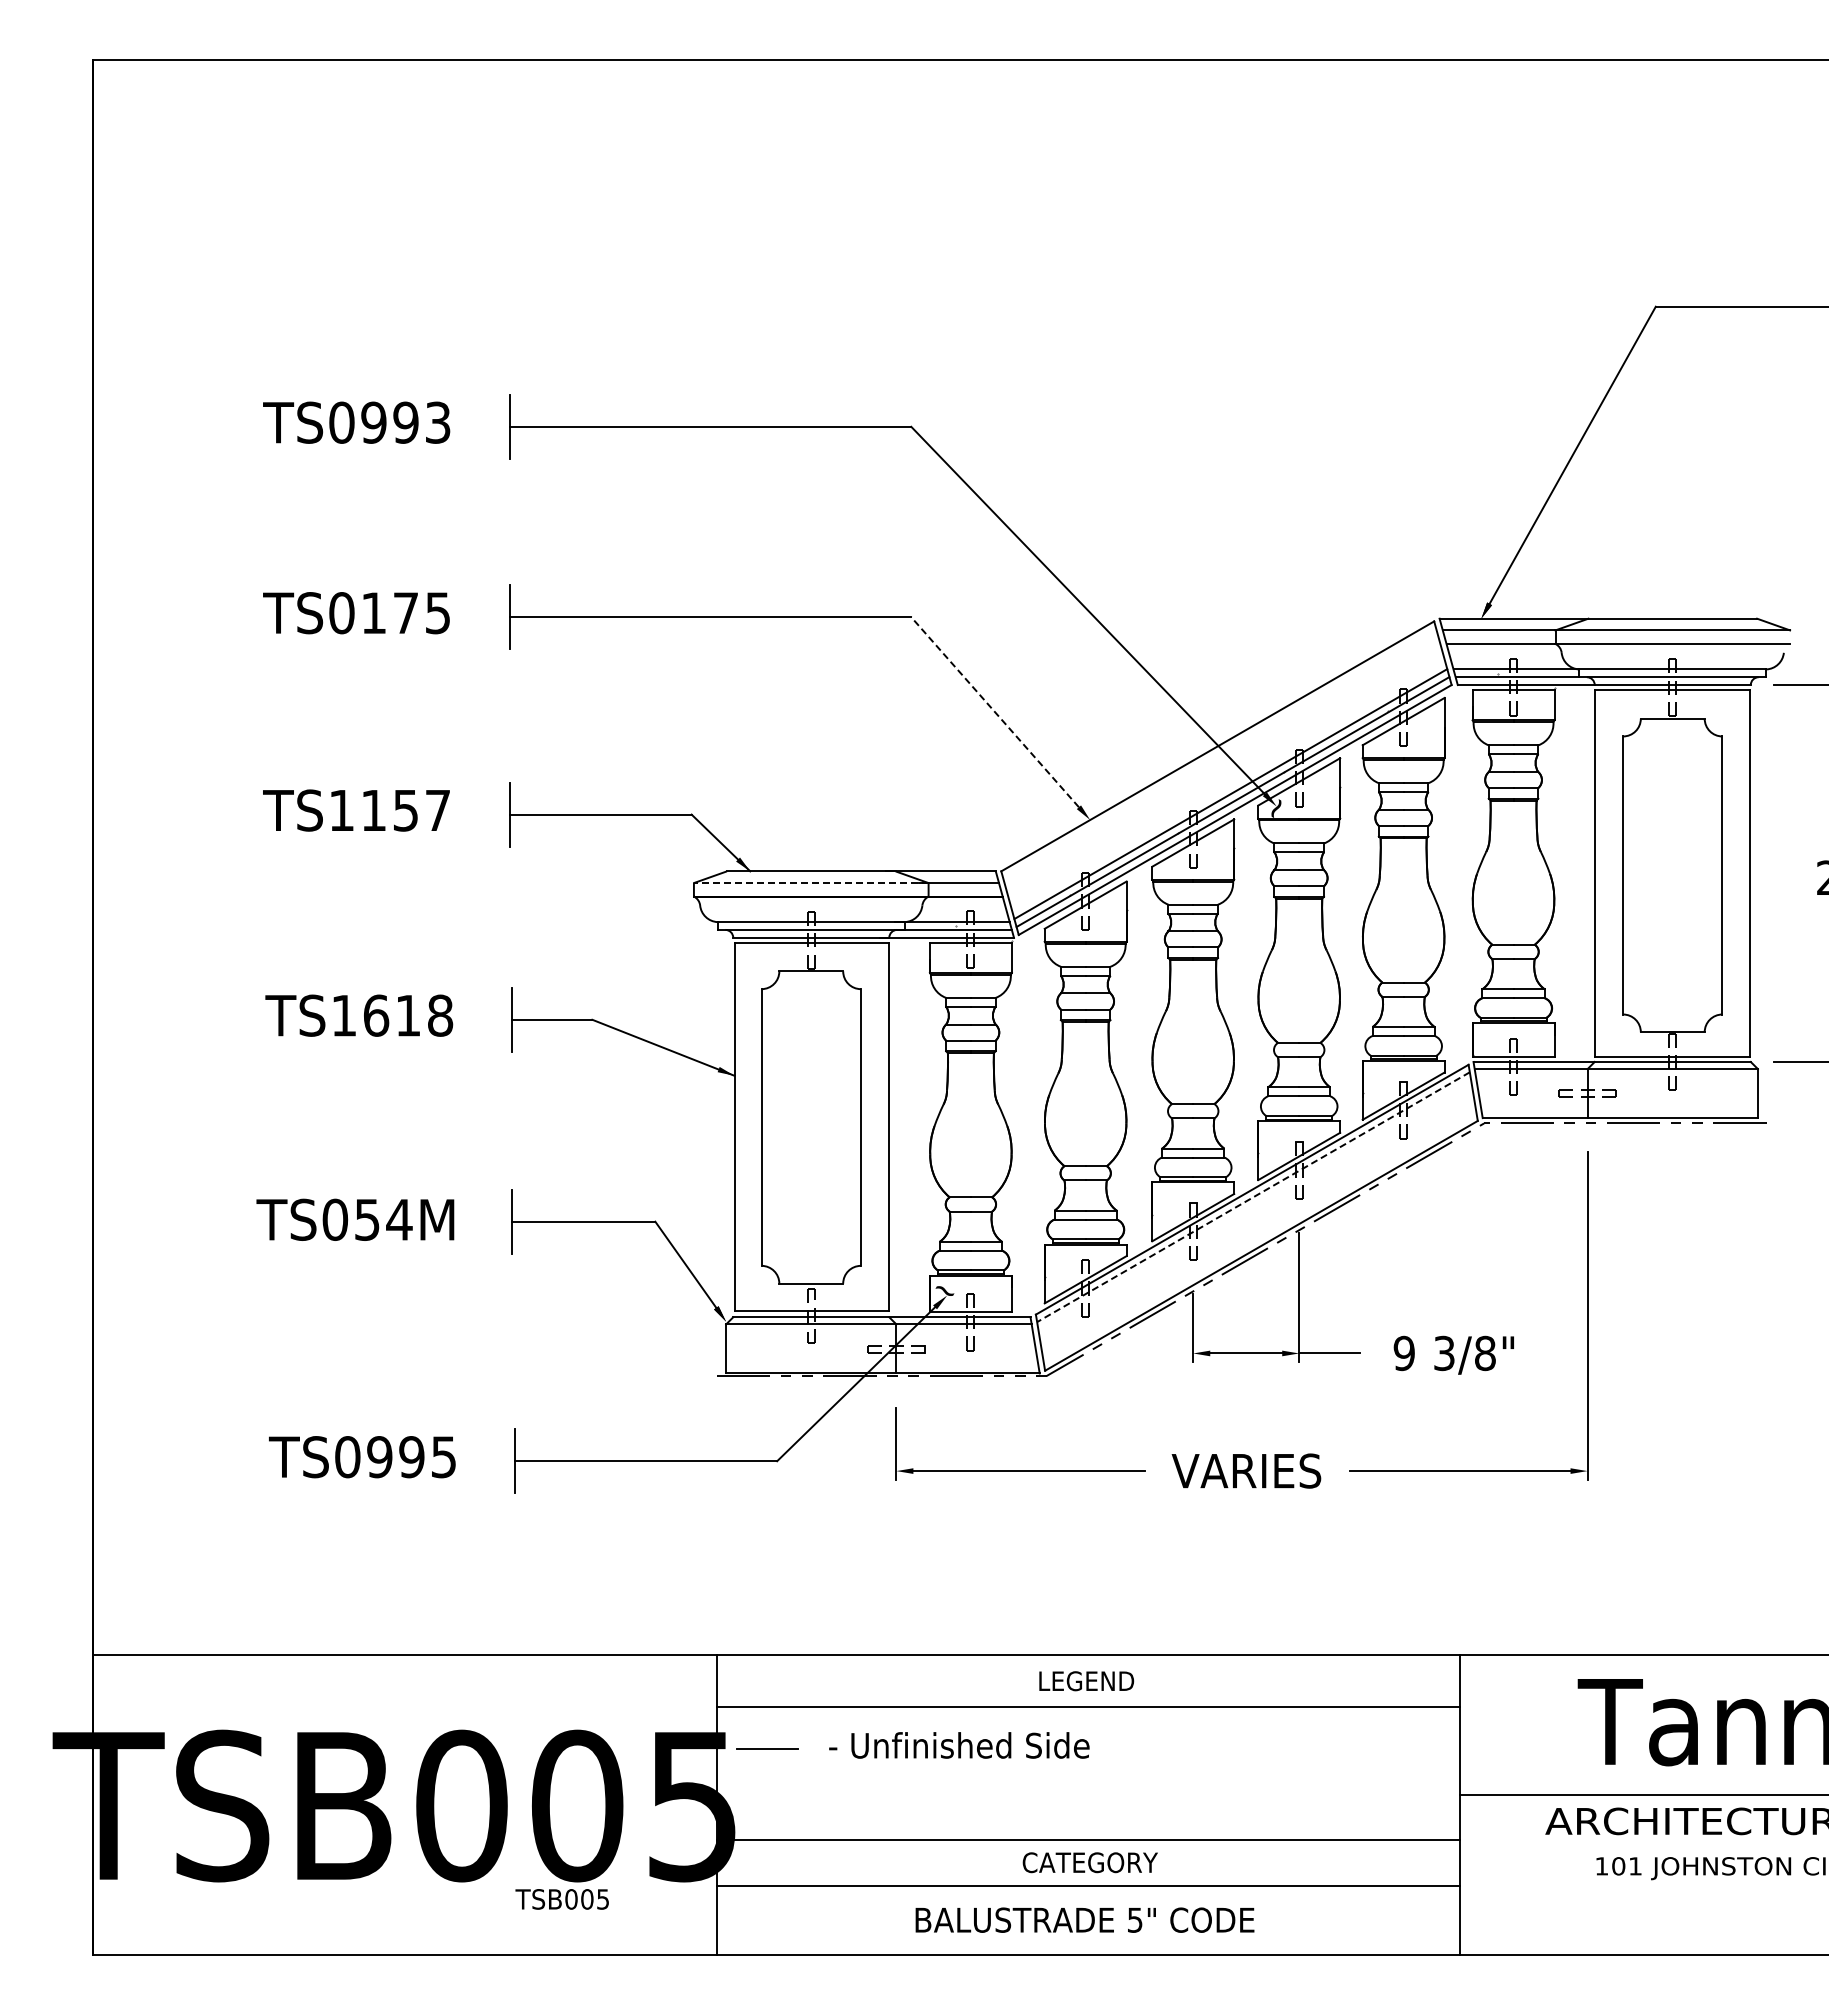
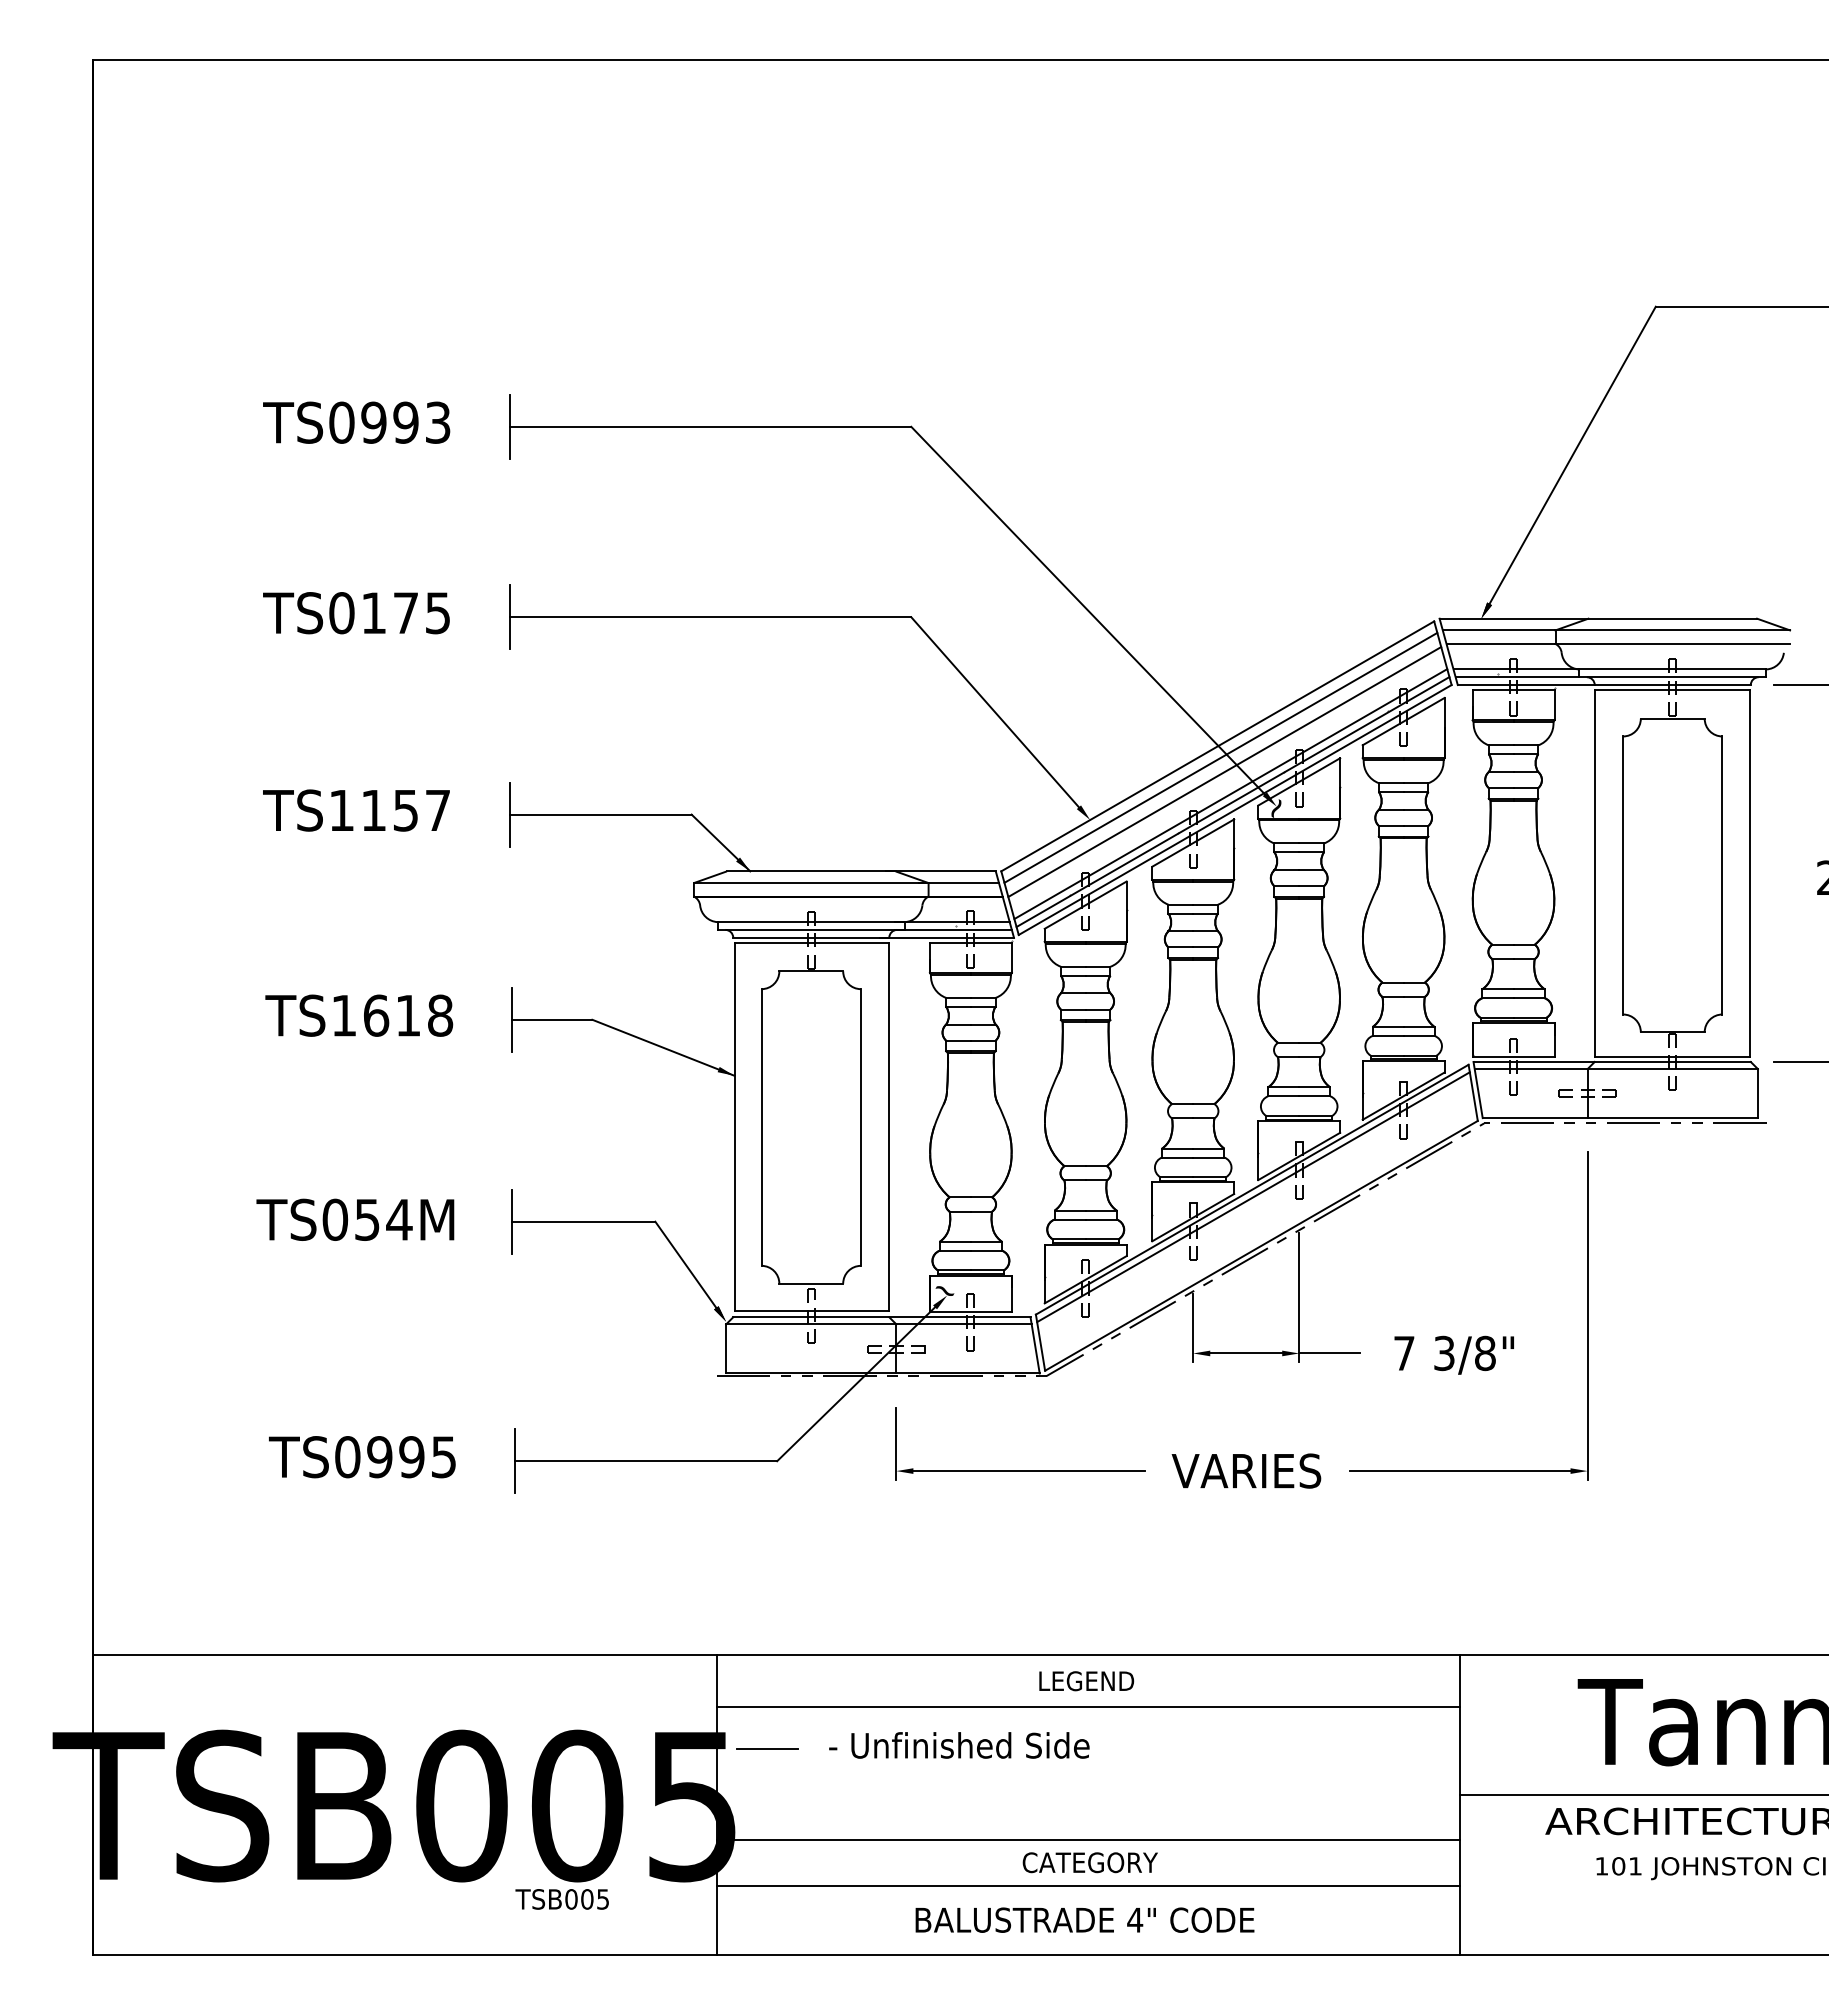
line at (995, 712): dashed -> solid
line at (1220, 757): none -> present
line at (1224, 771): none -> present
line at (810, 883): dashed -> solid
line at (1253, 1197): dashed -> solid
text at (1403, 1353): 9 -> 7
text at (1135, 1919): 5" -> 4"
